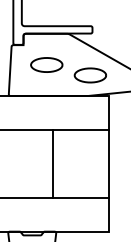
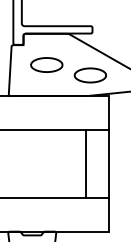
line at (52, 163) position: (52, 163) -> (85, 163)
